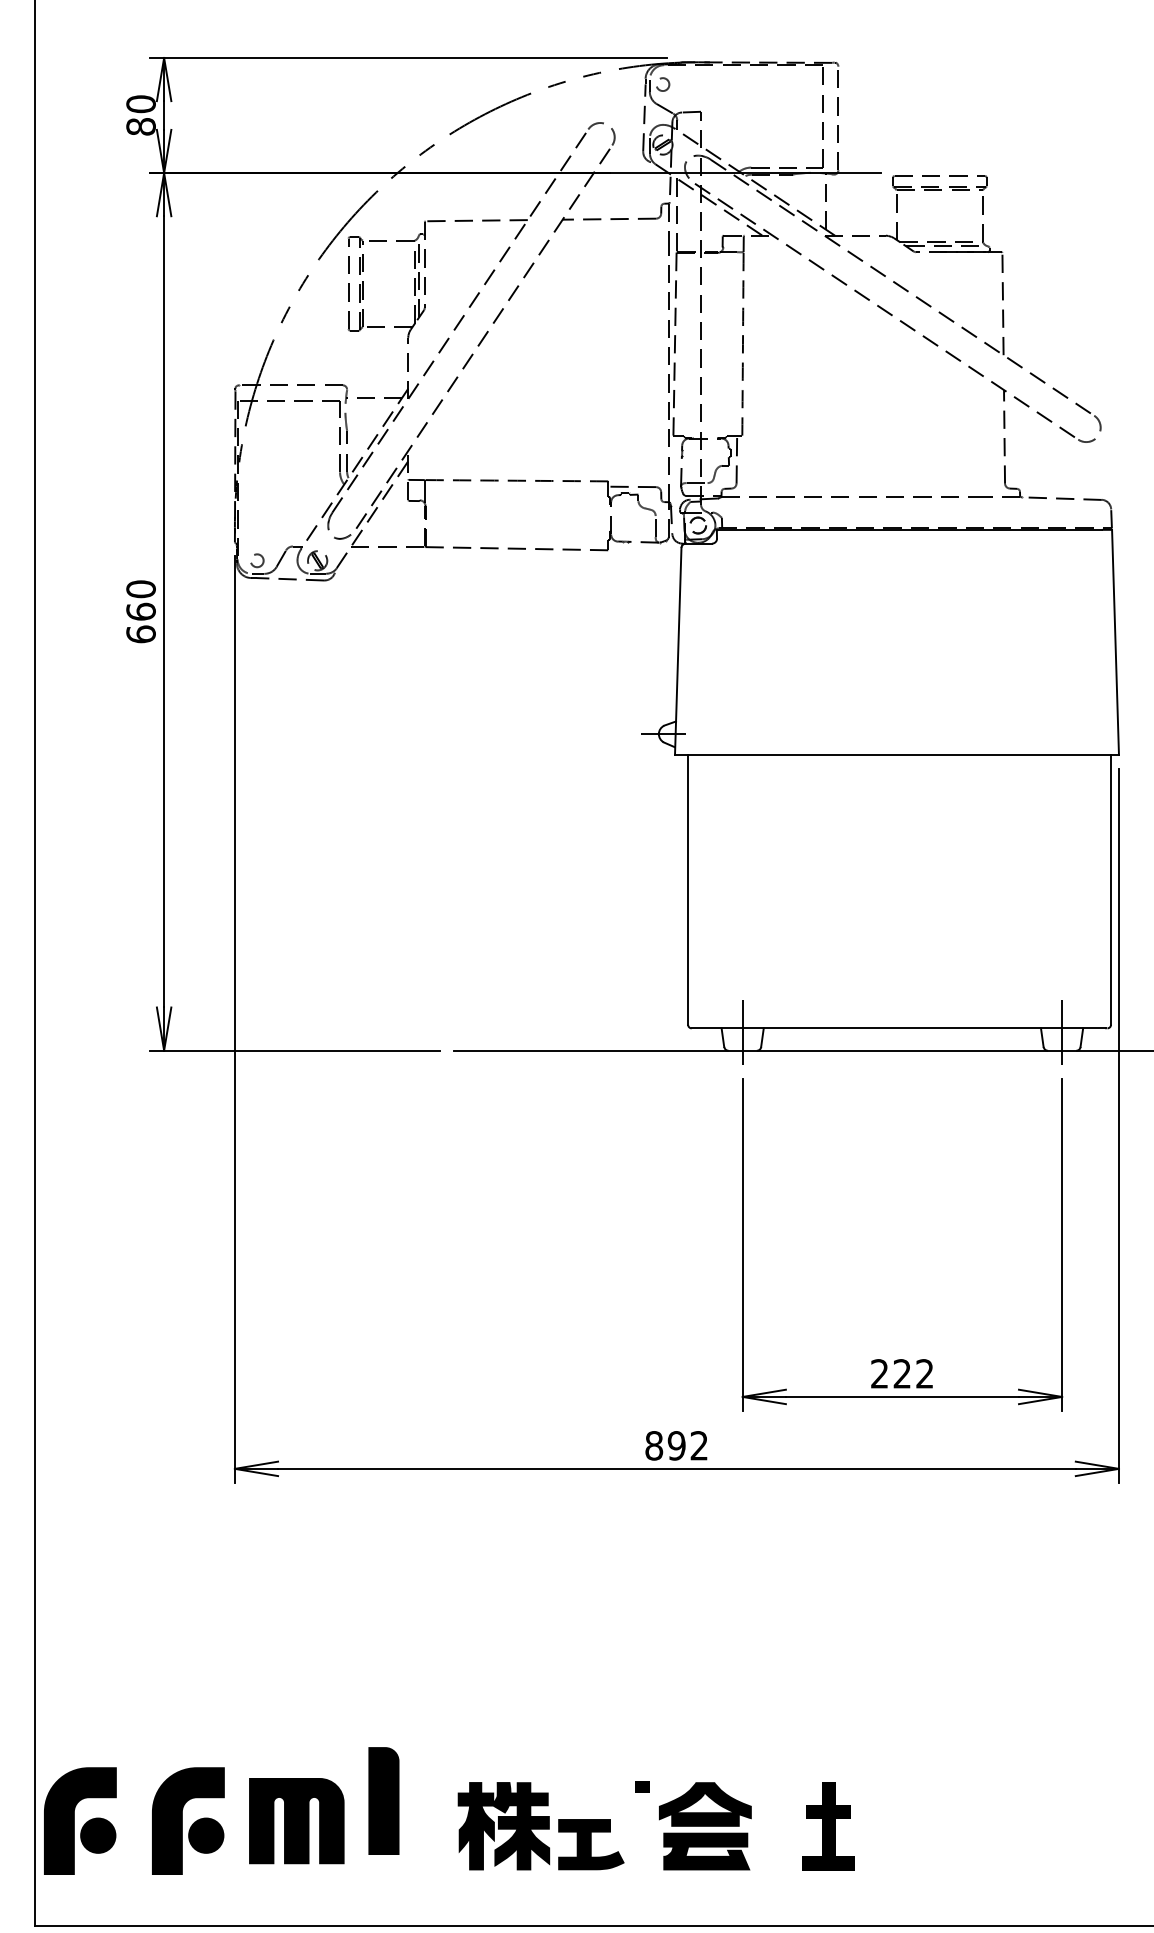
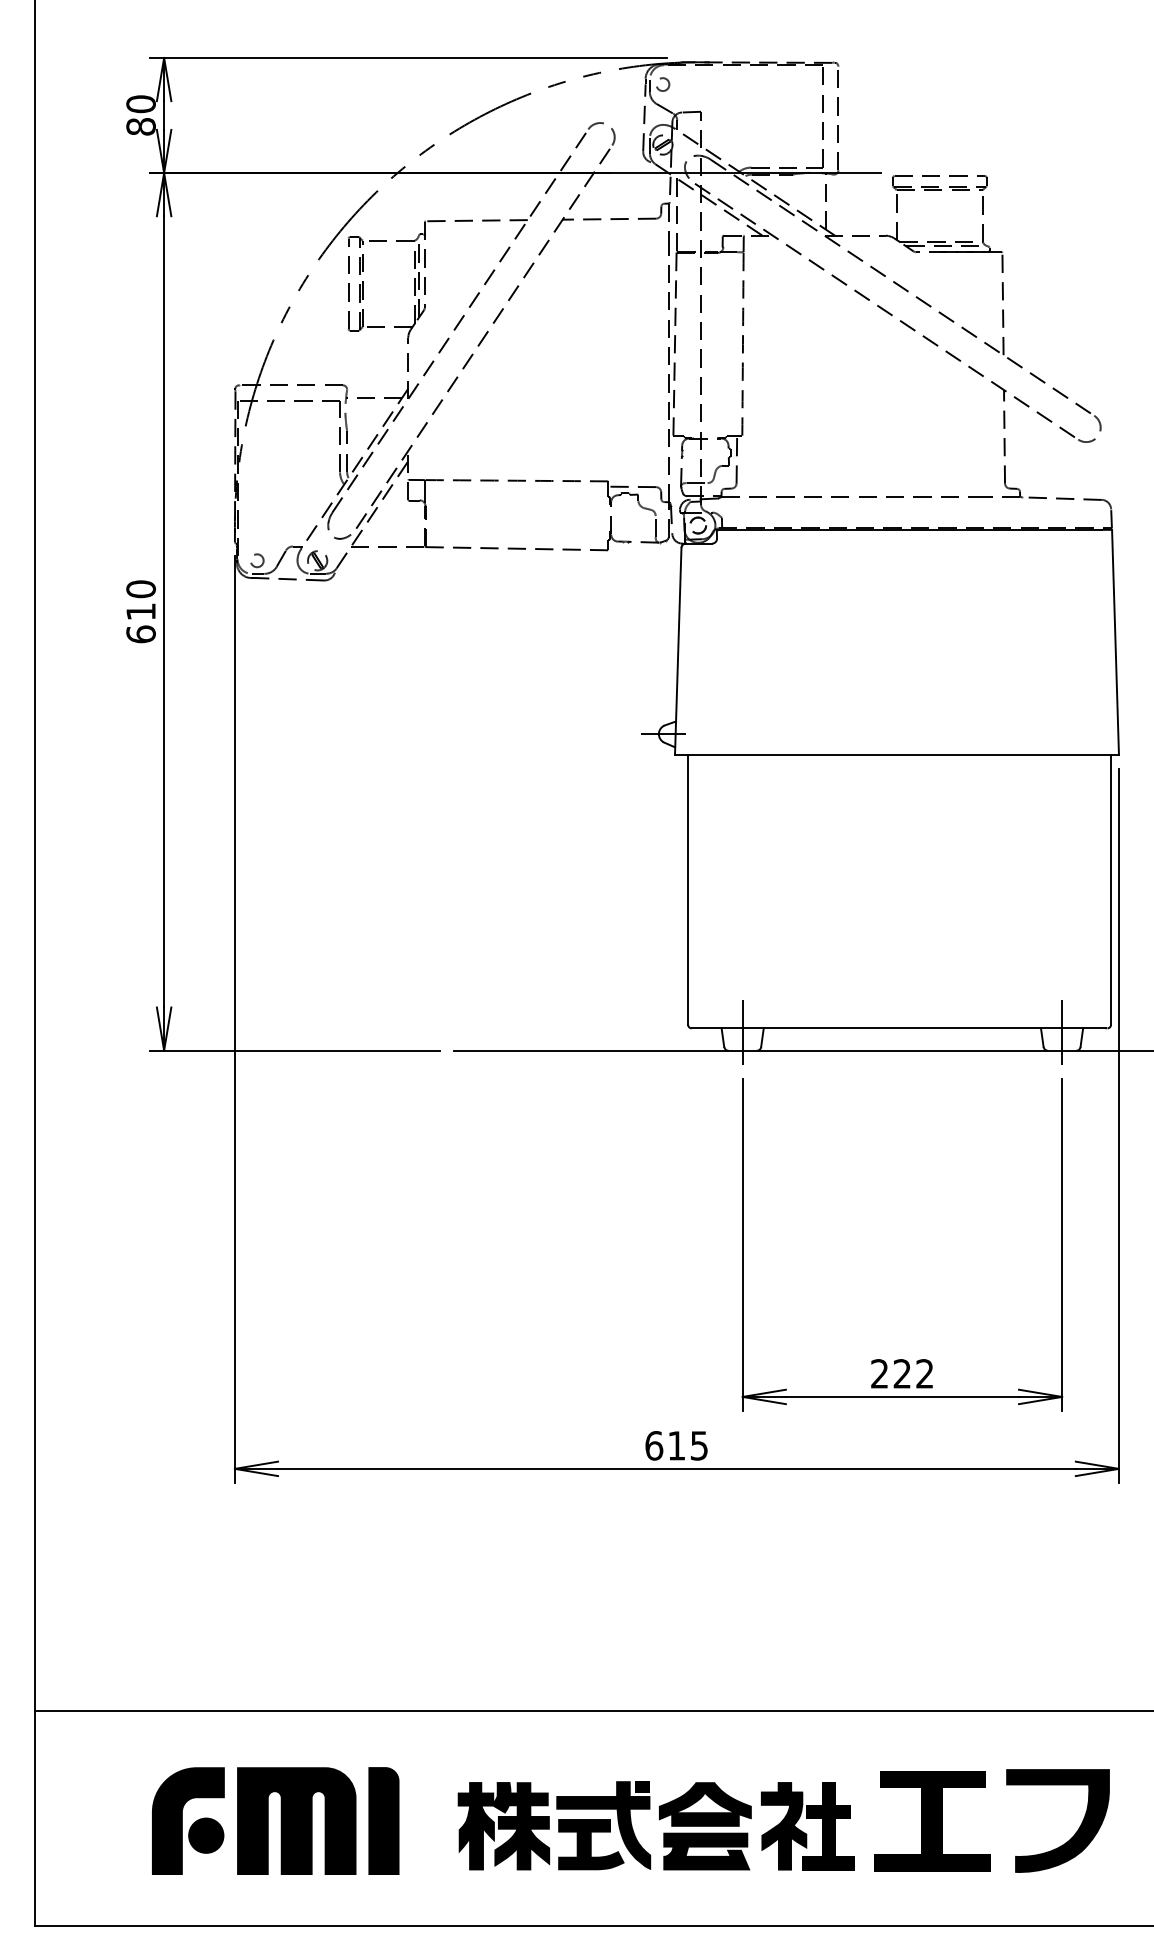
text at (140, 611): 660 -> 610
text at (676, 1445): 892 -> 615
line at (592, 1710): none -> present
part at (383, 1800) position: (383, 1800) -> (383, 1820)
part at (80, 1820): present -> none
fill at (1057, 1820): none -> present
part at (296, 1821) size: 96x87 px -> 120x108 px
fill at (931, 1821): none -> present
fill at (603, 1825): none -> present
fill at (783, 1826): none -> present
